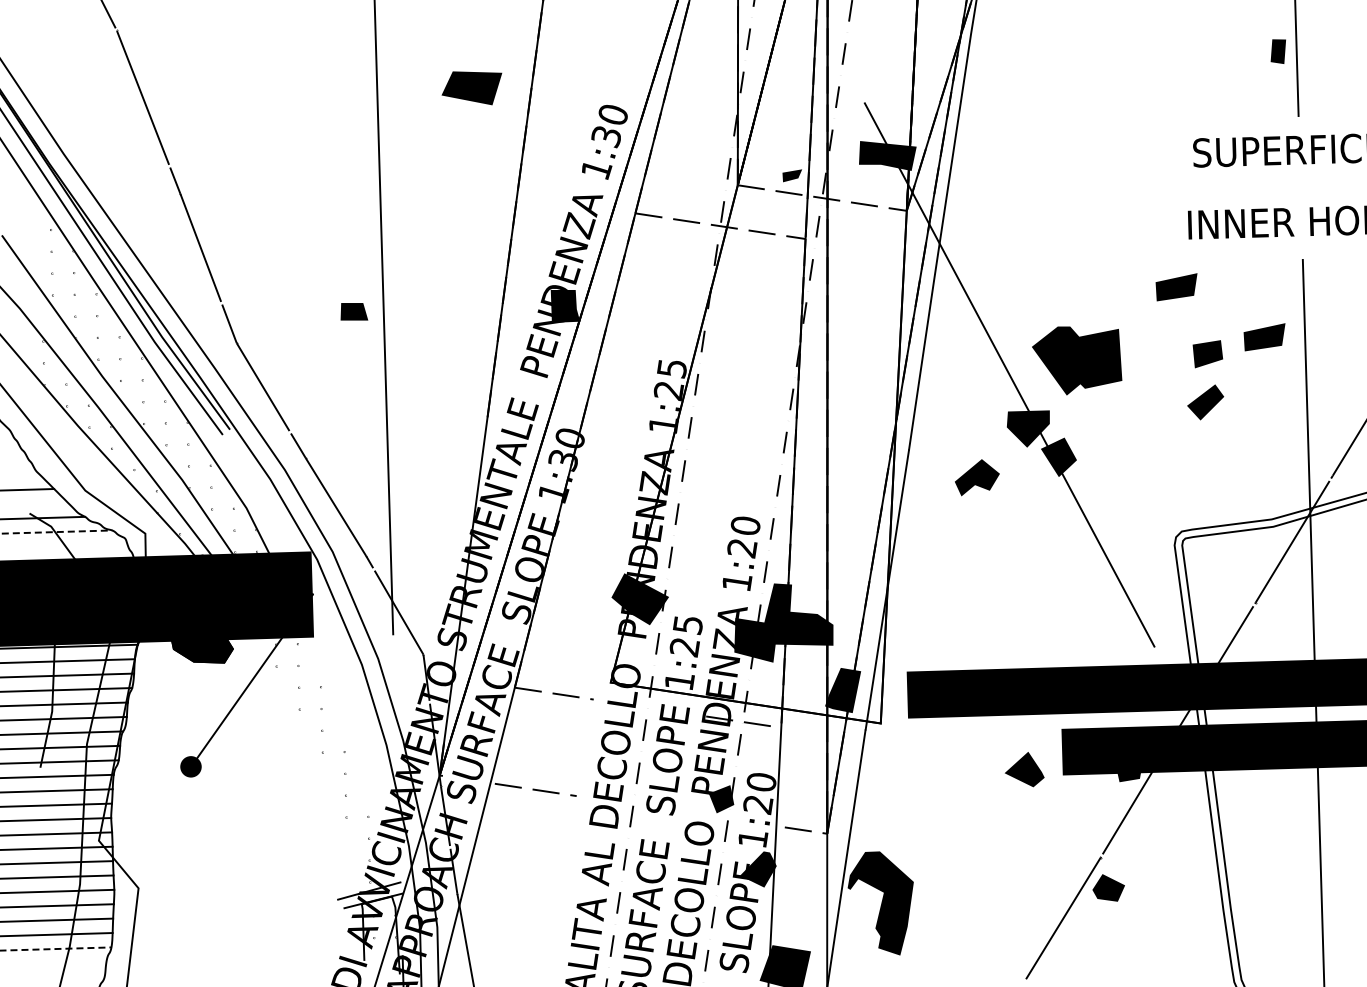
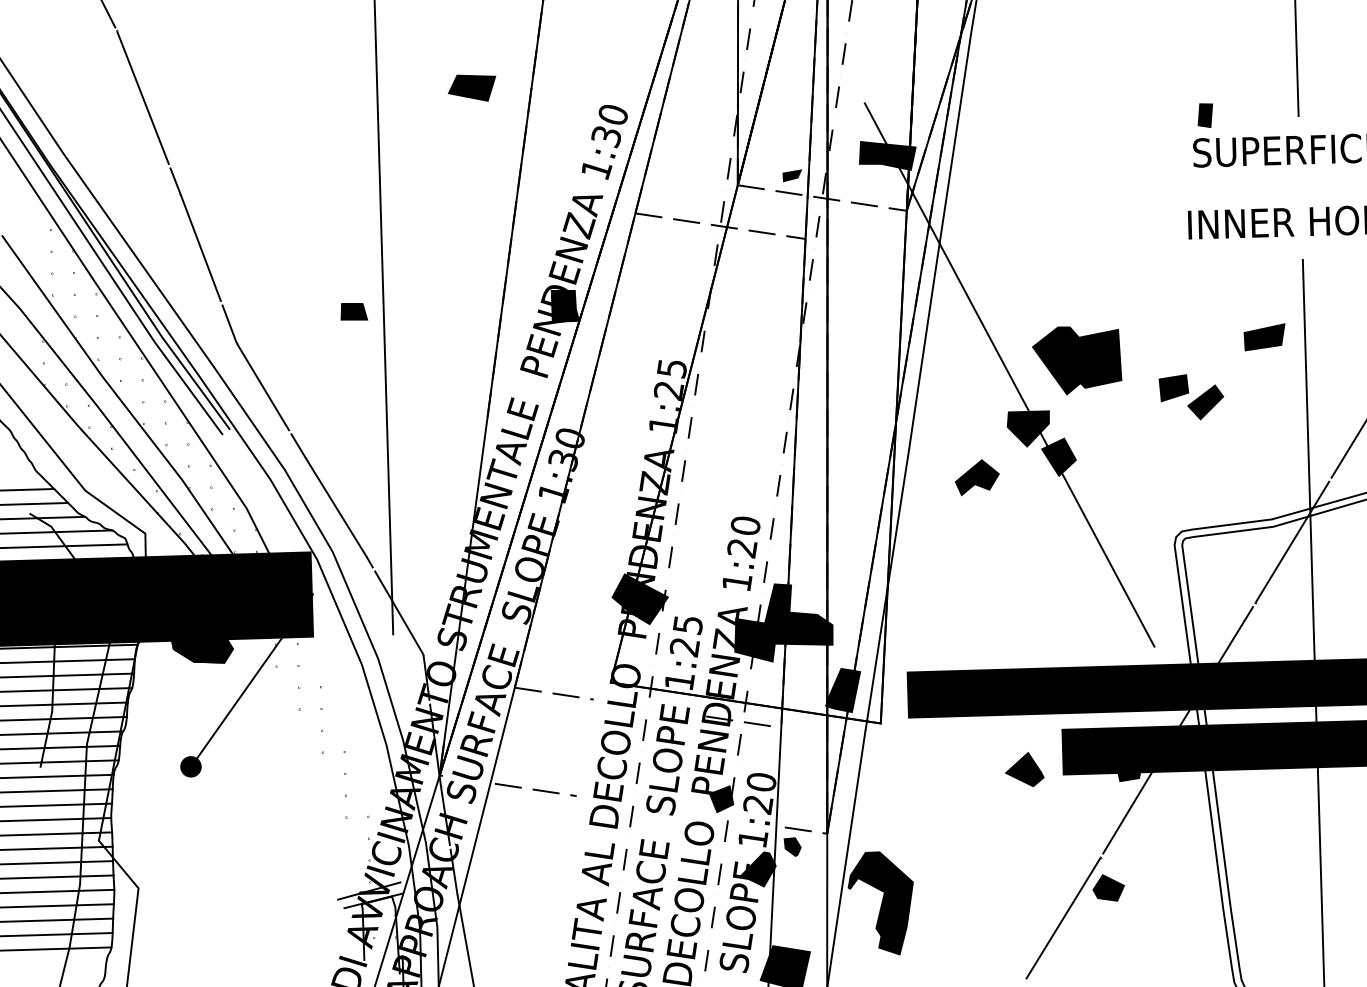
part at (1277, 51) position: (1277, 51) -> (1204, 115)
part at (471, 88) size: 62x35 px -> 49x28 px
part at (1176, 287): present -> none
part at (1207, 354) position: (1207, 354) -> (1173, 388)
line at (35, 503): none -> present
line at (56, 532): dashed -> solid
line at (64, 546): none -> present
fill at (792, 847): none -> present
line at (56, 949): dashed -> solid
